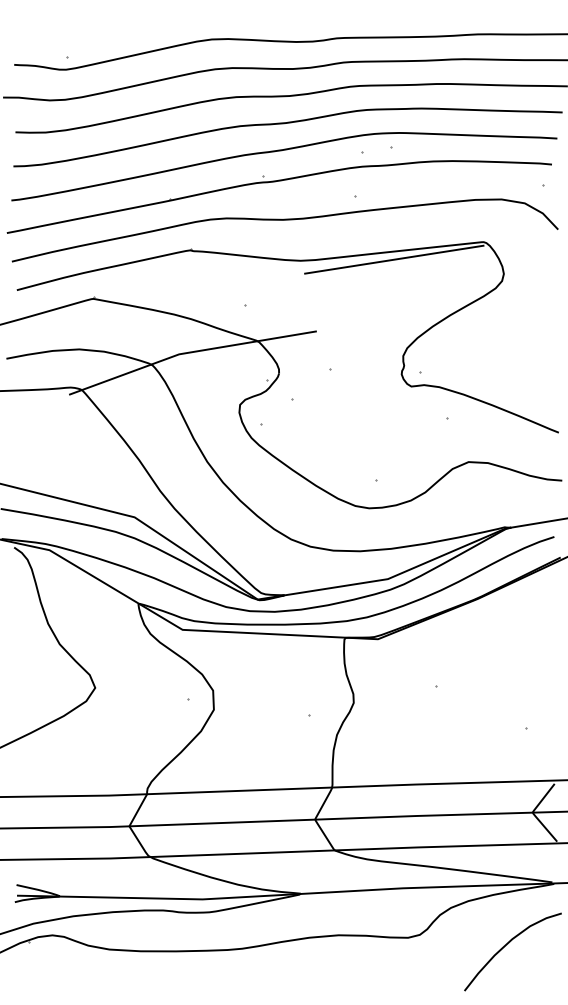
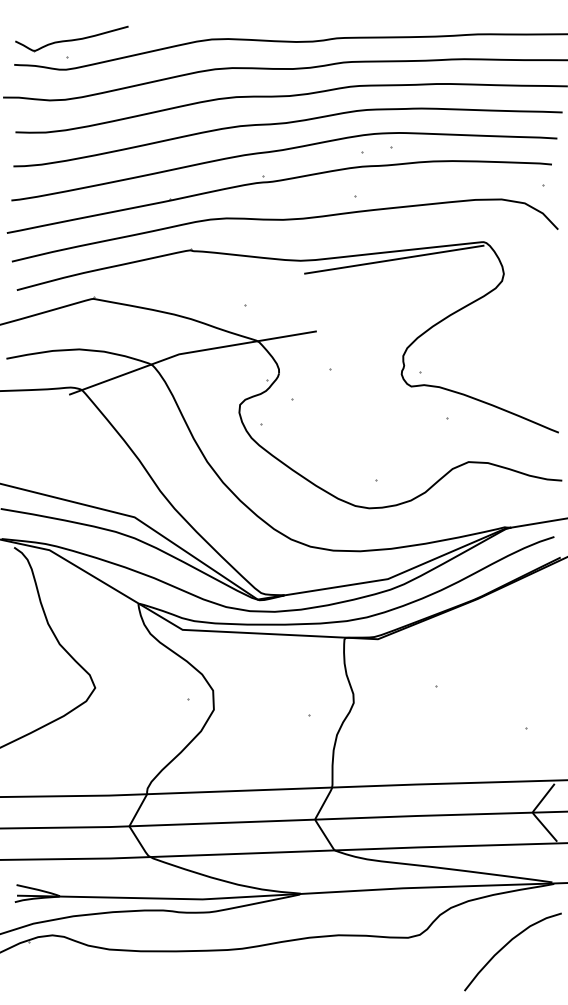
part at (71, 38): none -> present
